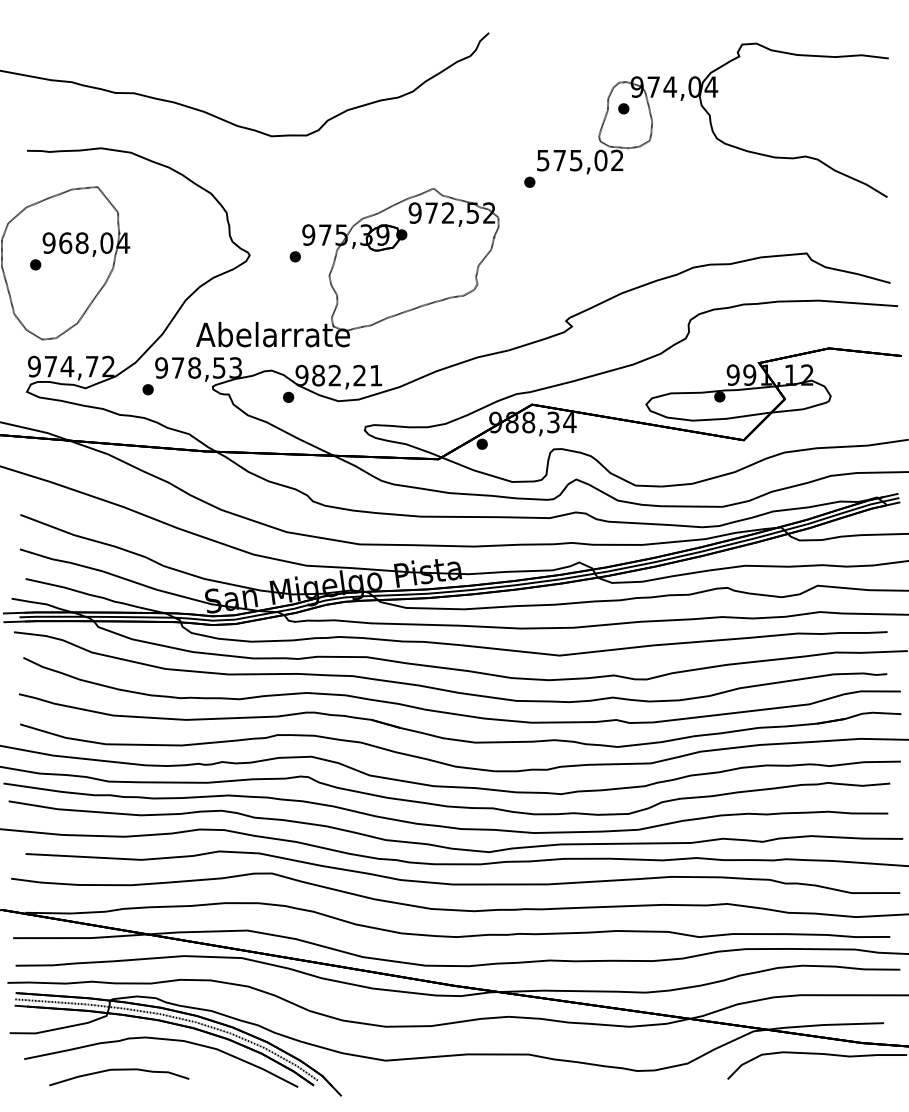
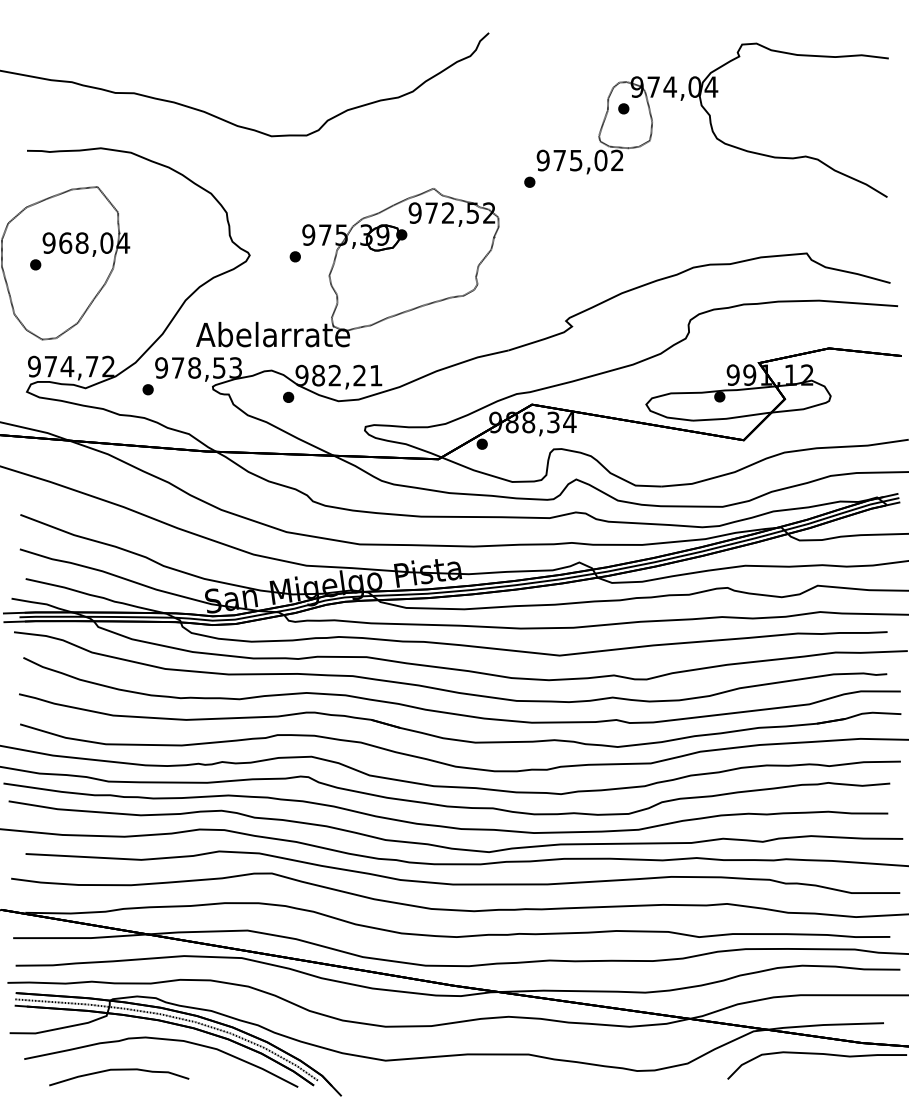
text at (542, 159): 575,02 -> 975,02
